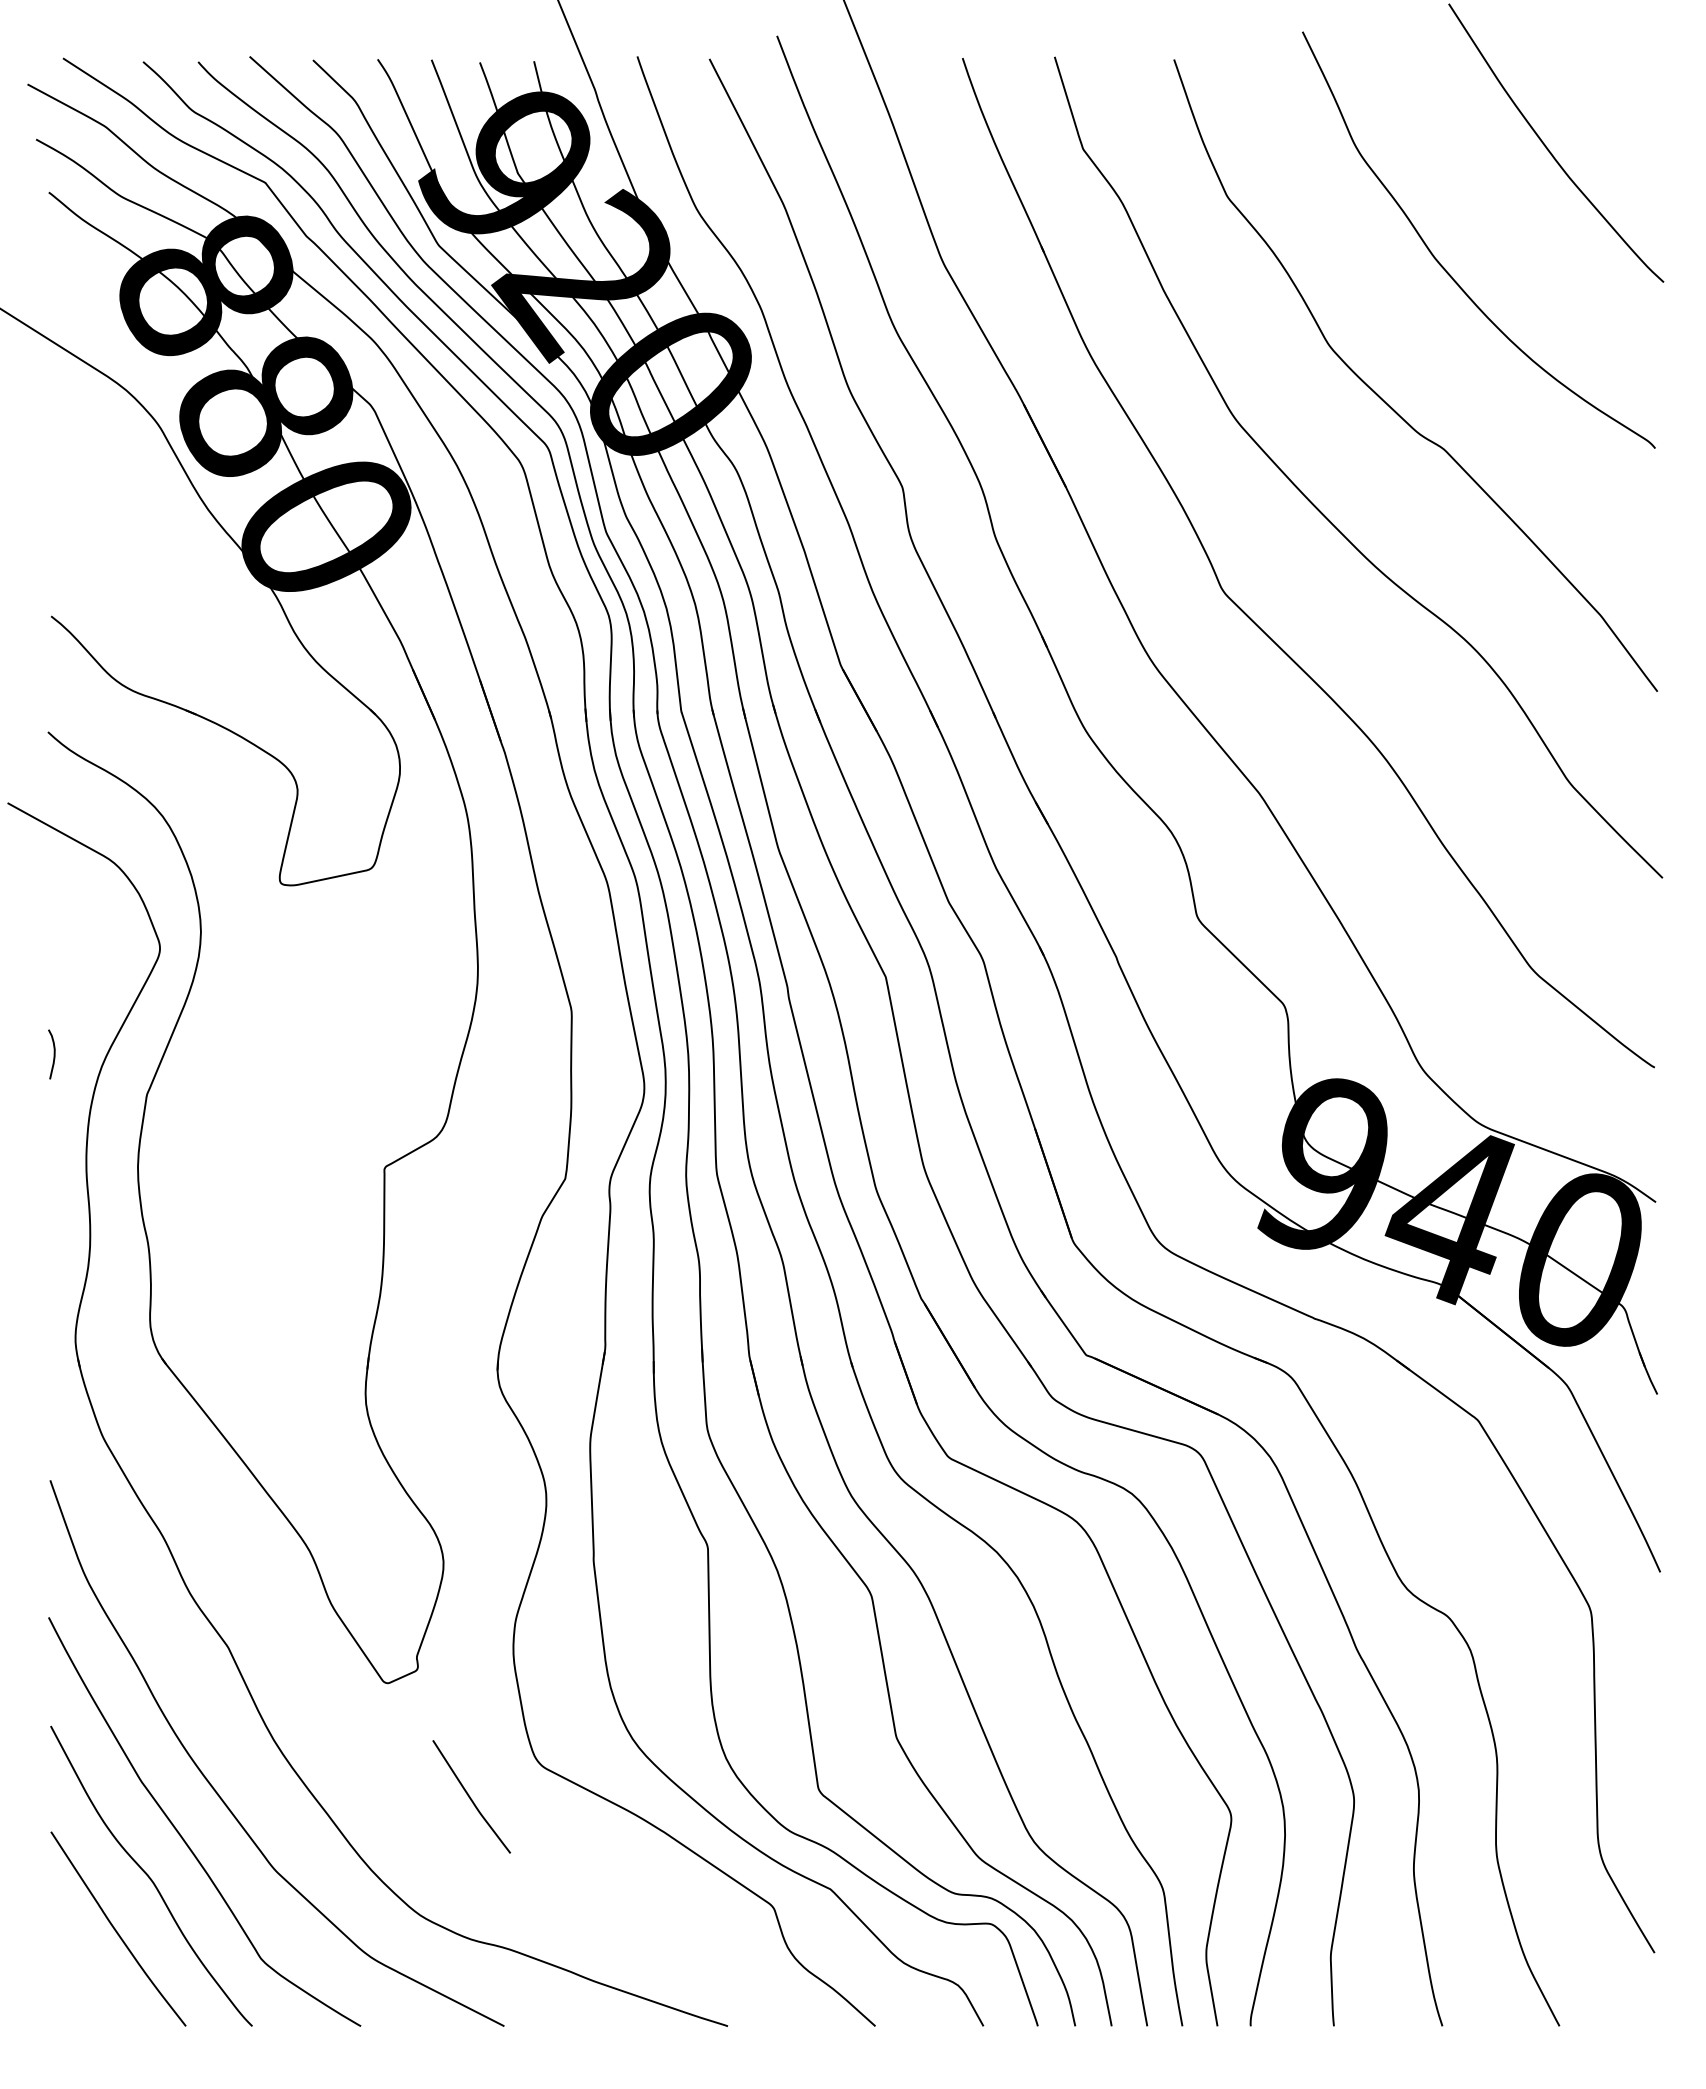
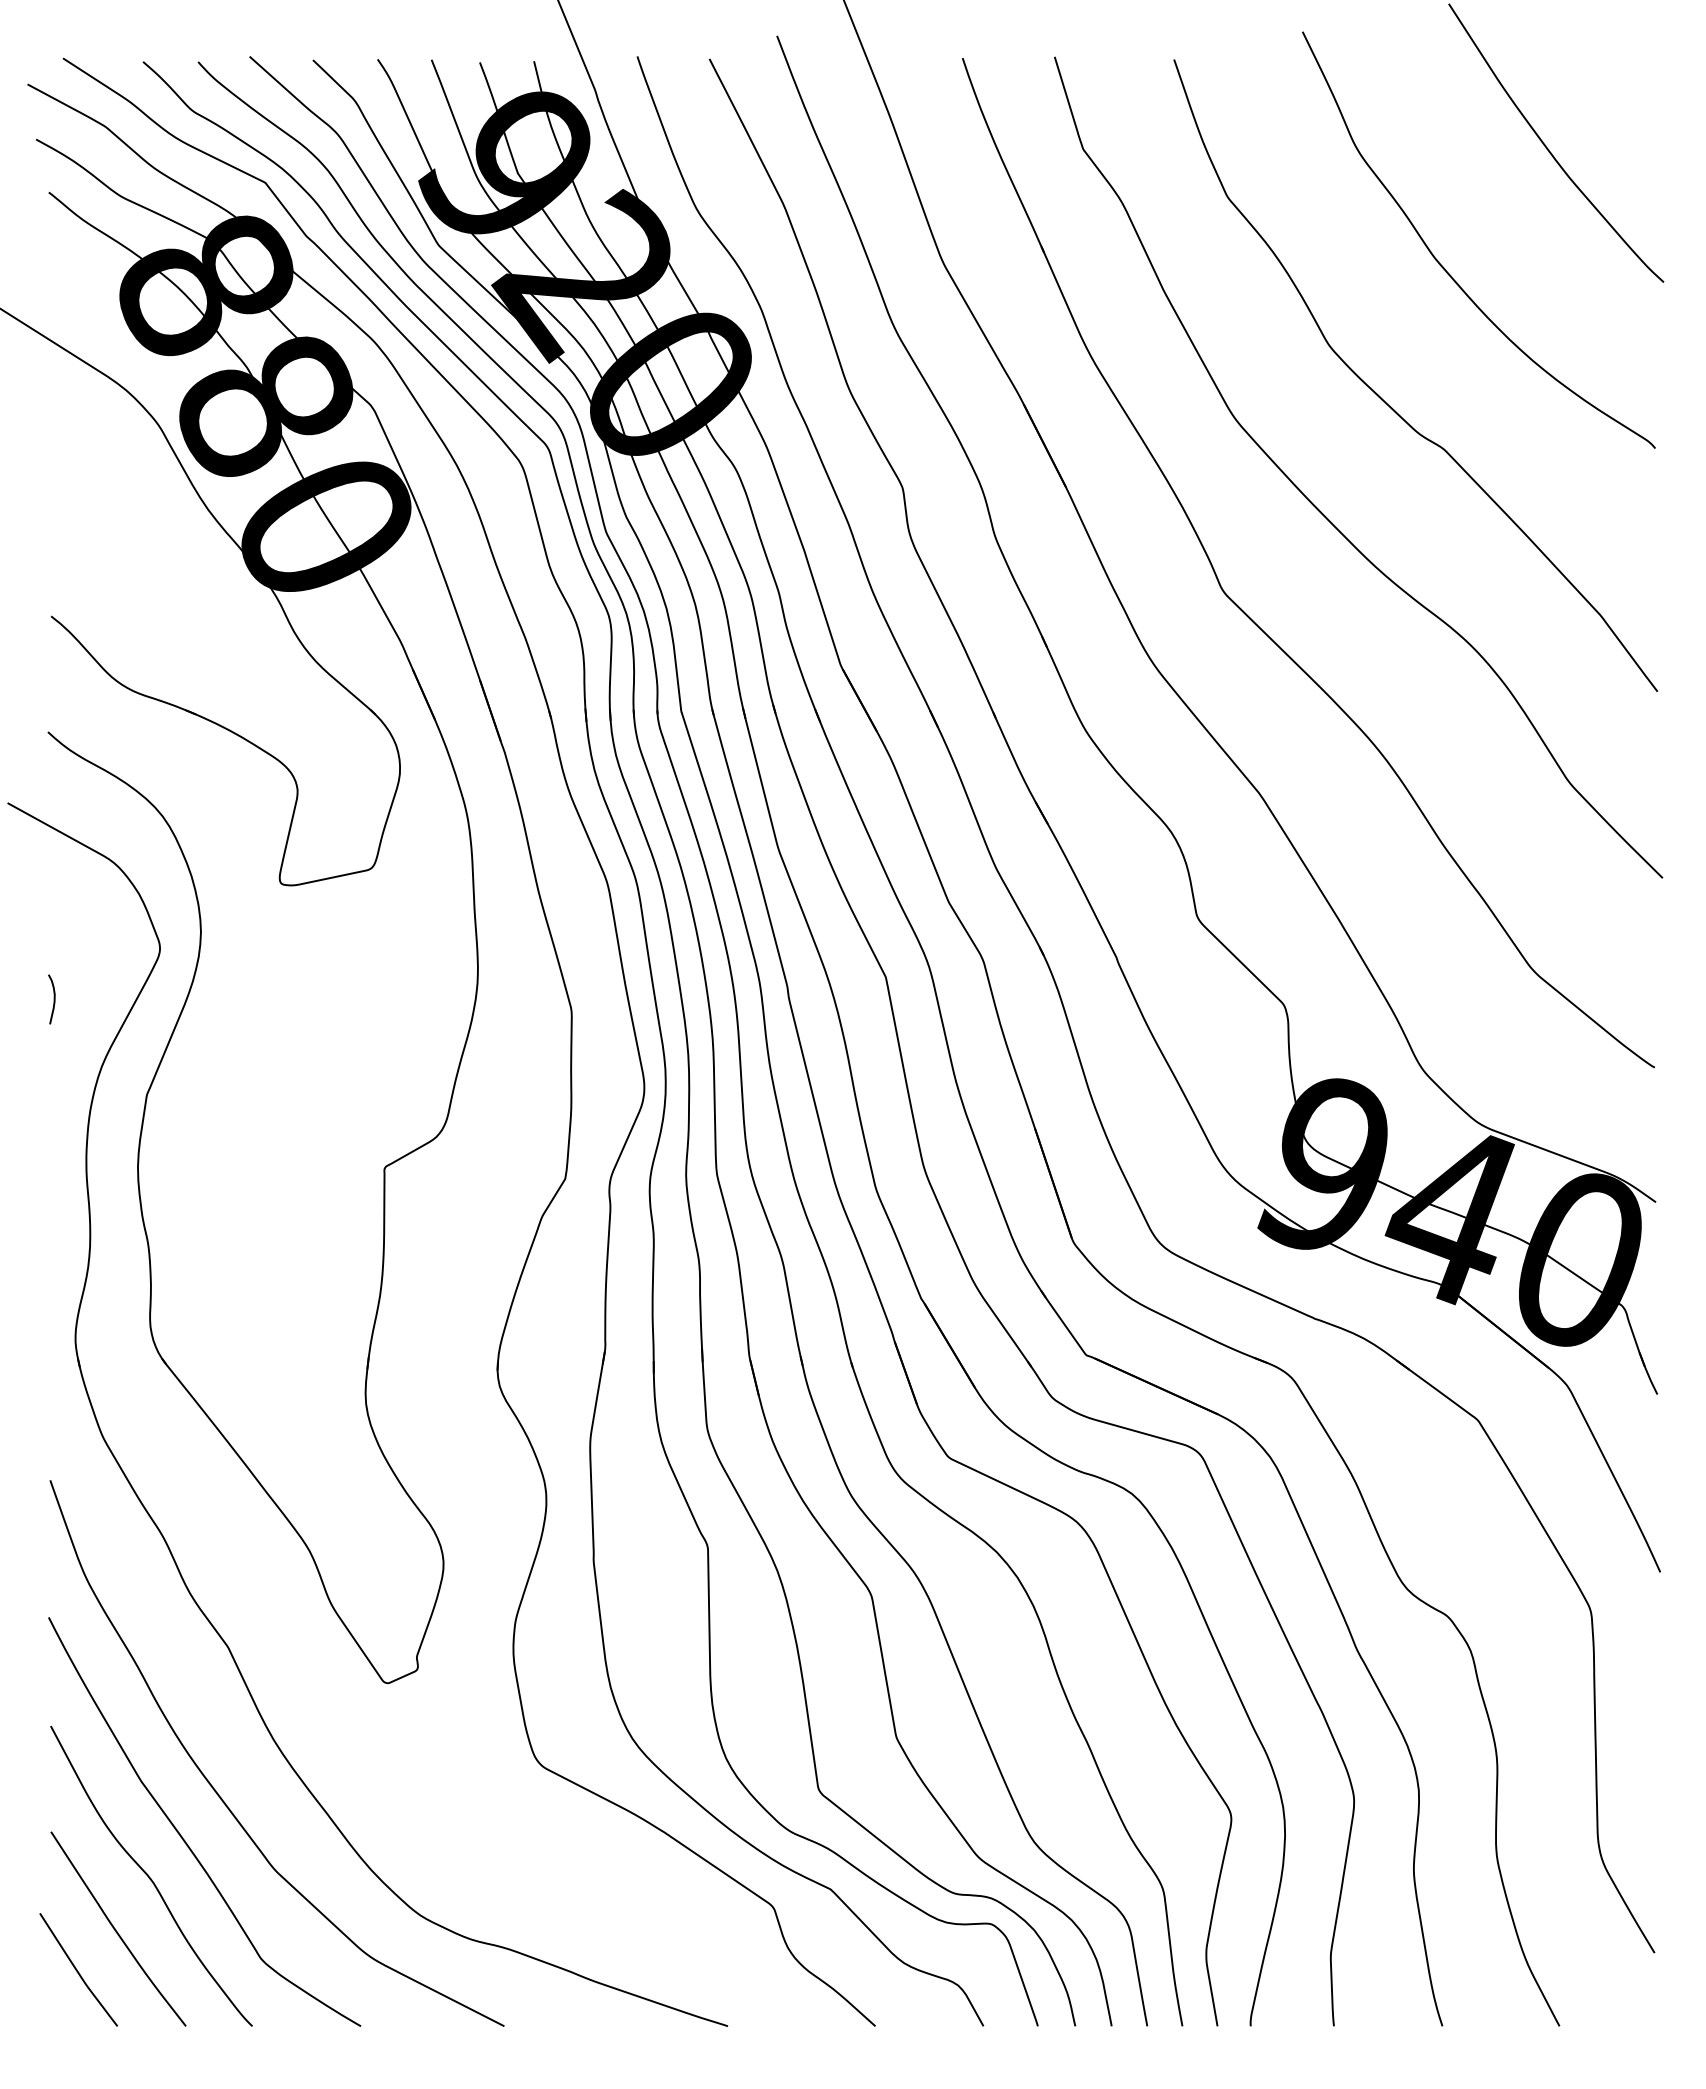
curve at (53, 1054) position: (53, 1054) -> (53, 999)
curve at (470, 1796) position: (470, 1796) -> (77, 1969)
